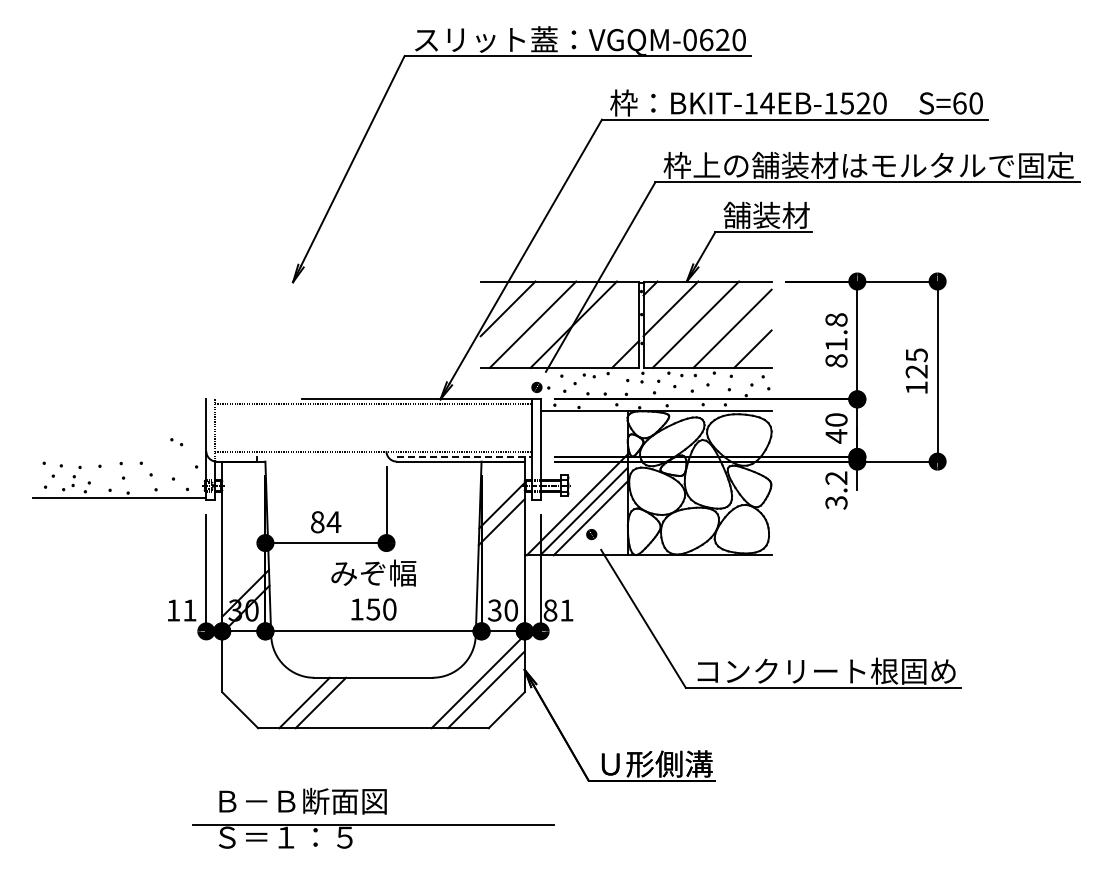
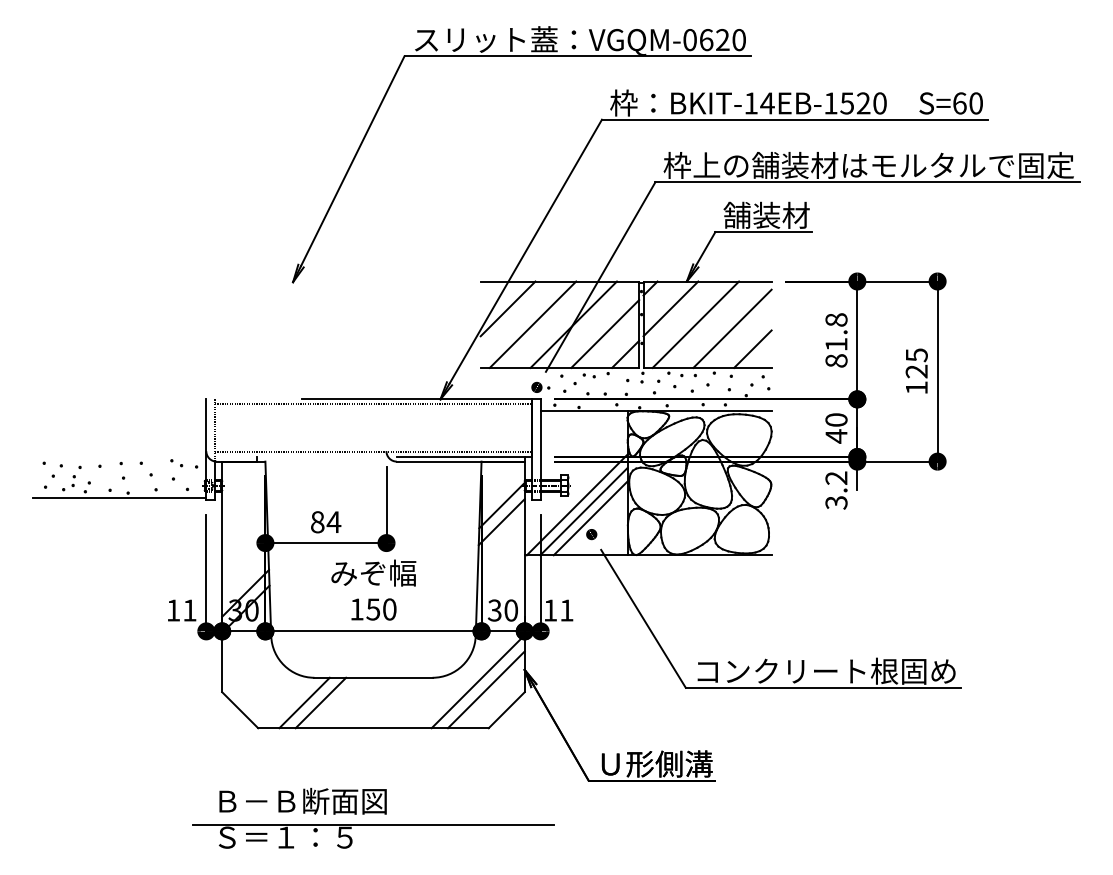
line at (605, 333): none -> present
part at (176, 442) position: (176, 442) -> (176, 463)
line at (464, 457): dashed -> solid
text at (550, 610): 81 -> 11
